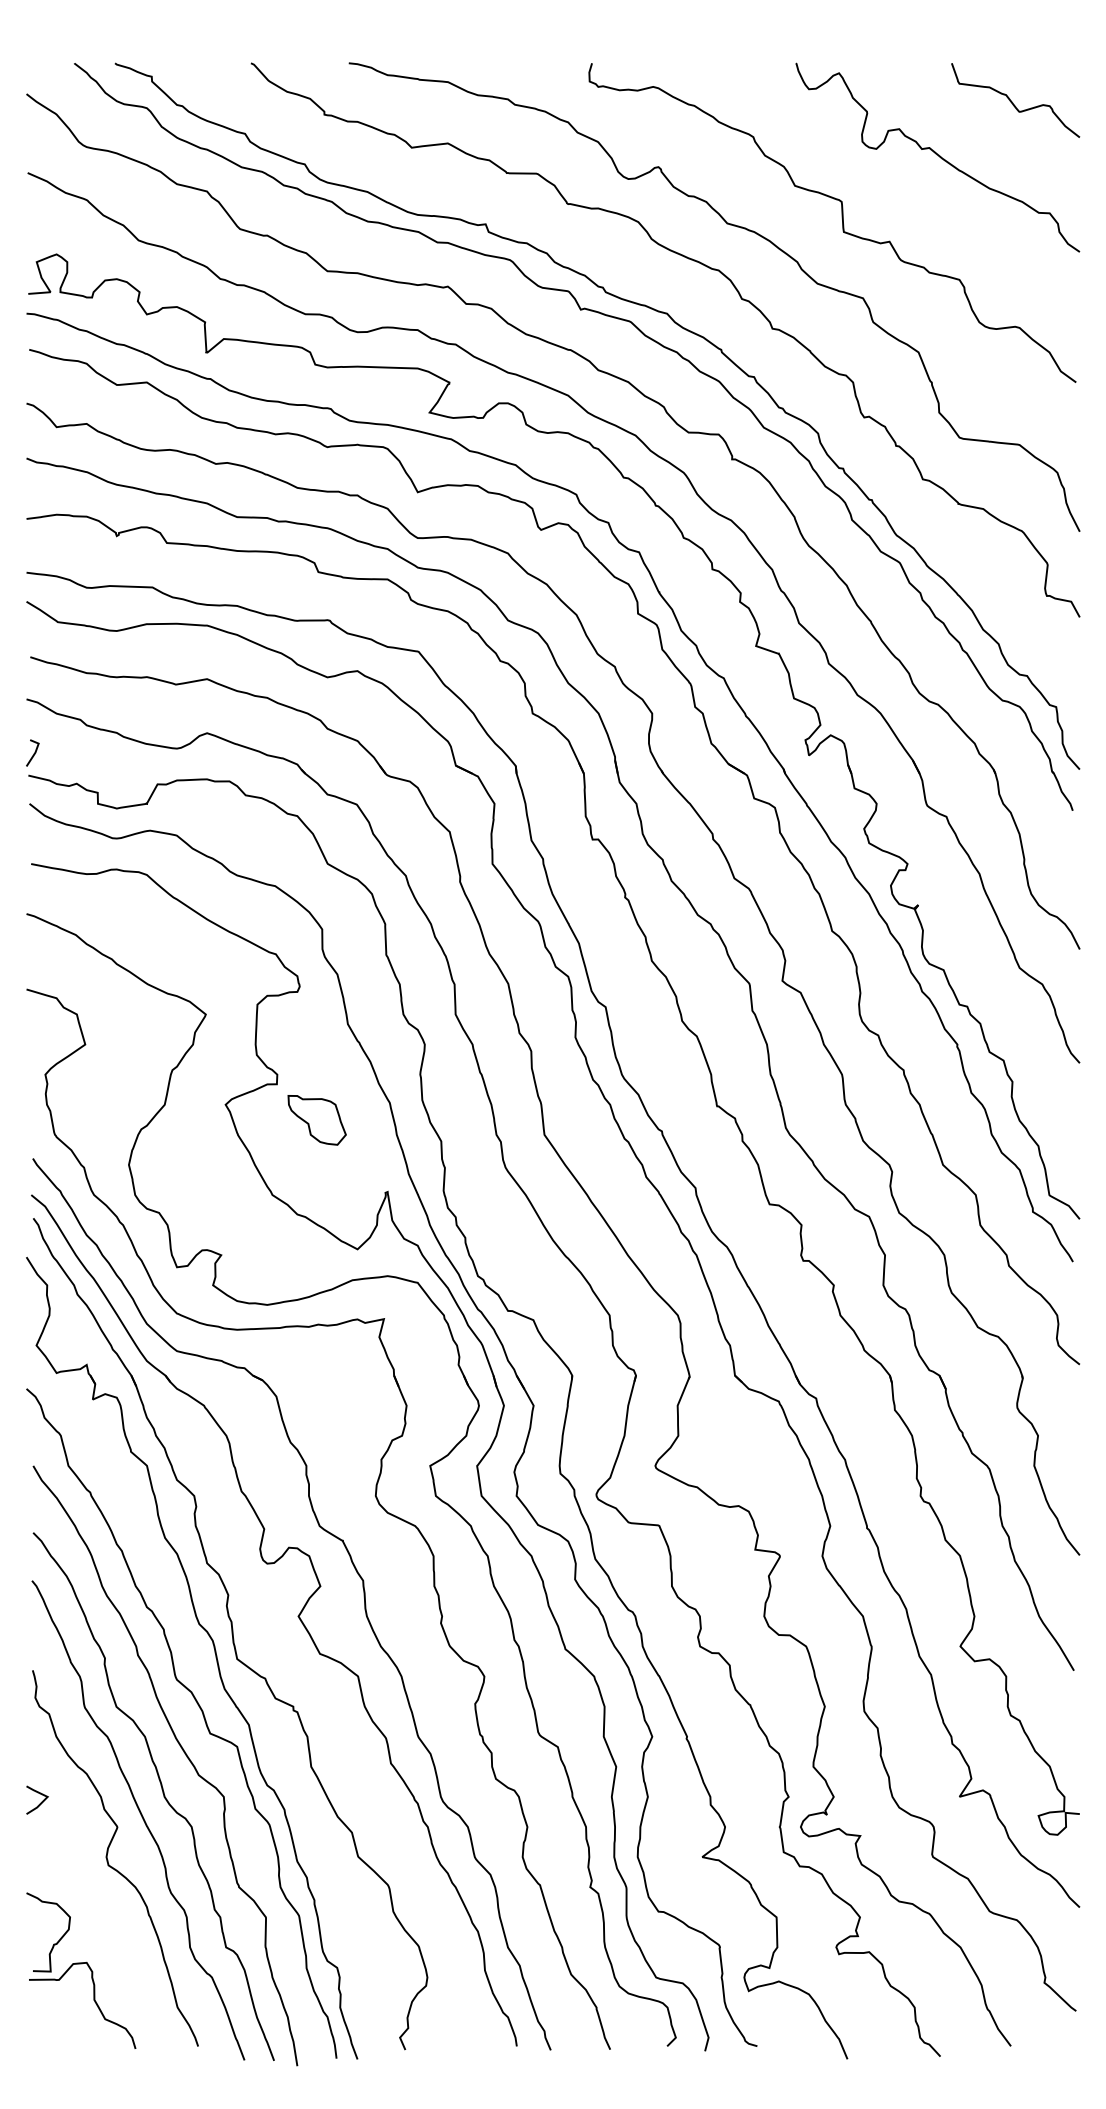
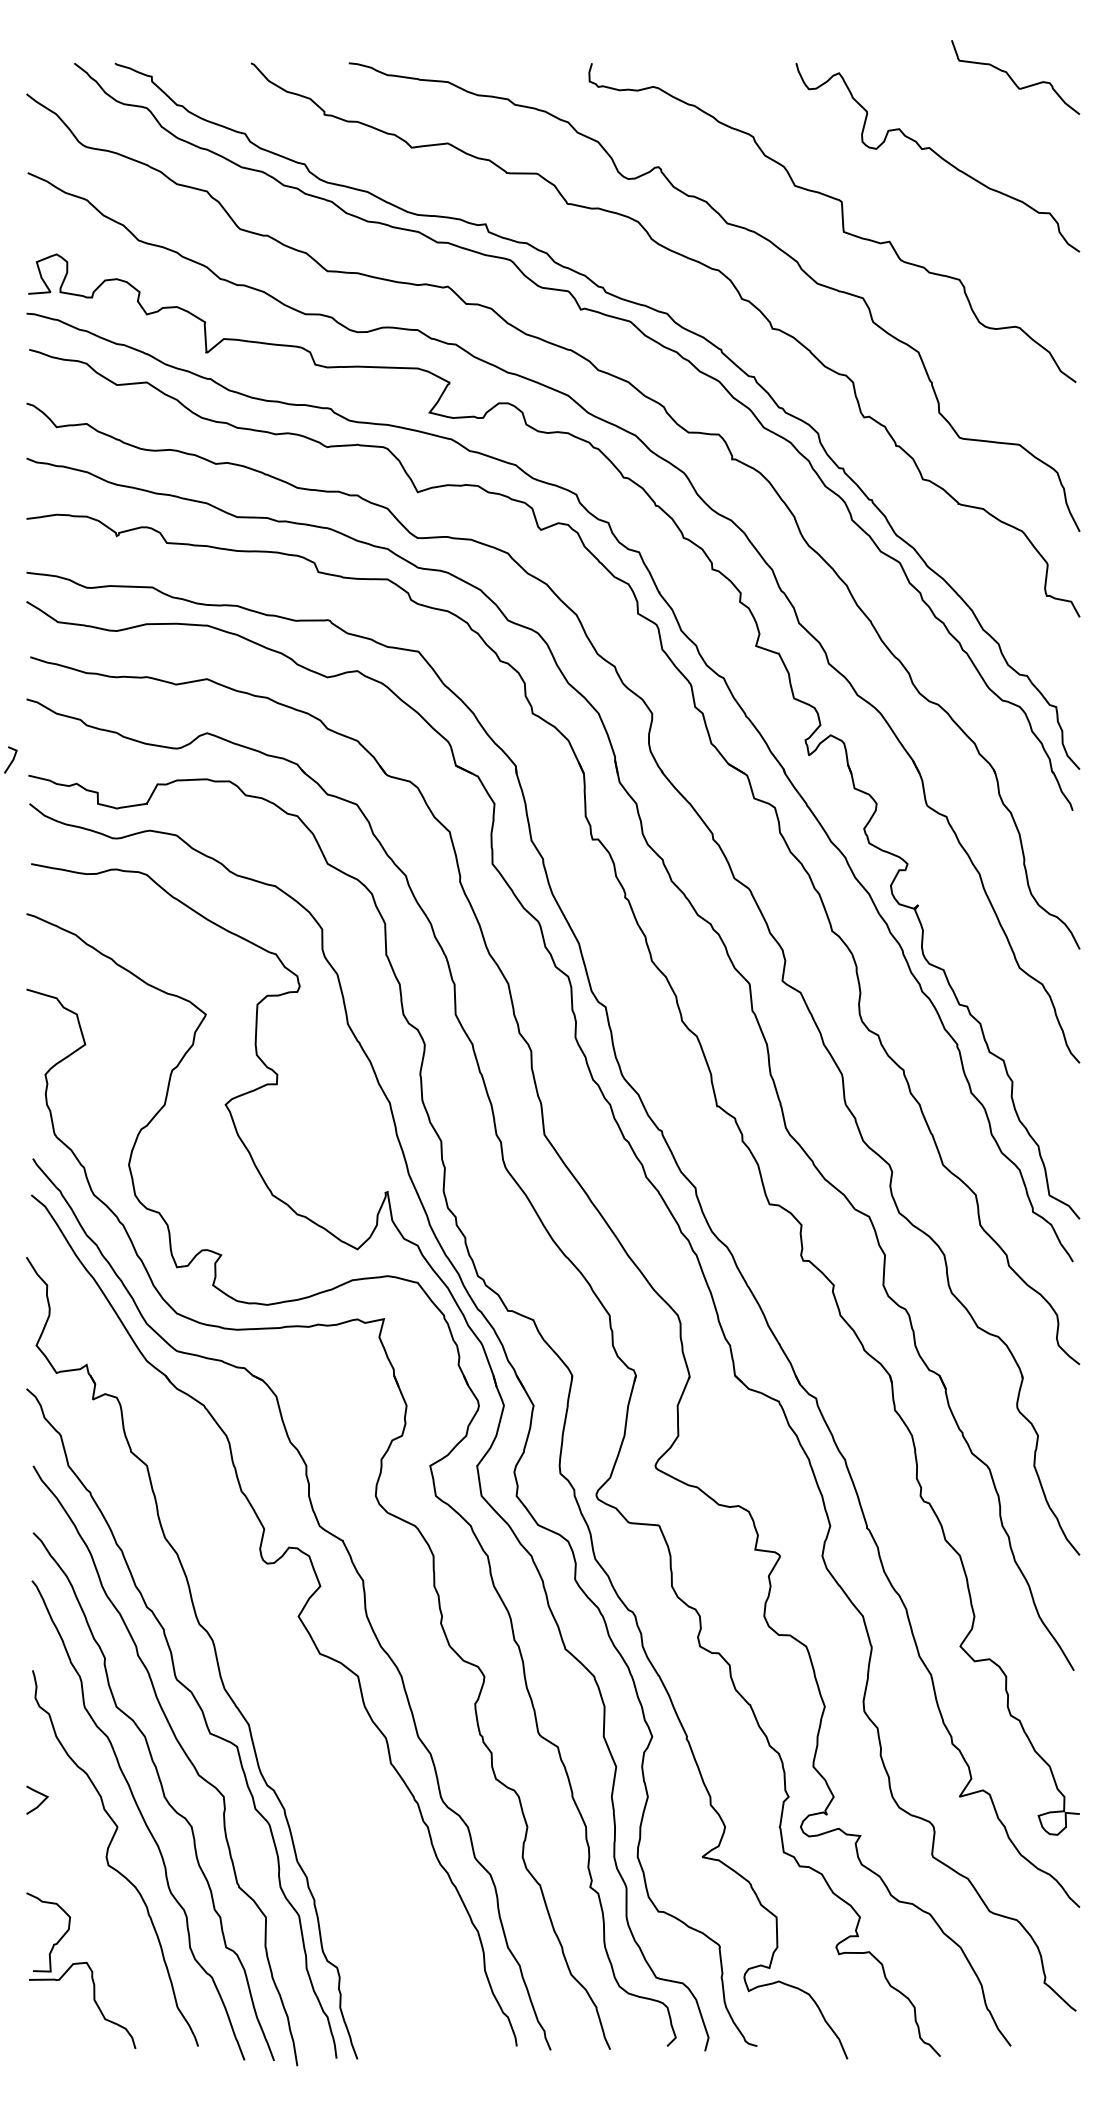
curve at (1012, 101) position: (1012, 101) -> (1012, 78)
line at (33, 753) position: (33, 753) -> (11, 760)
part at (316, 1120): present -> none
part at (230, 1634): present -> none
